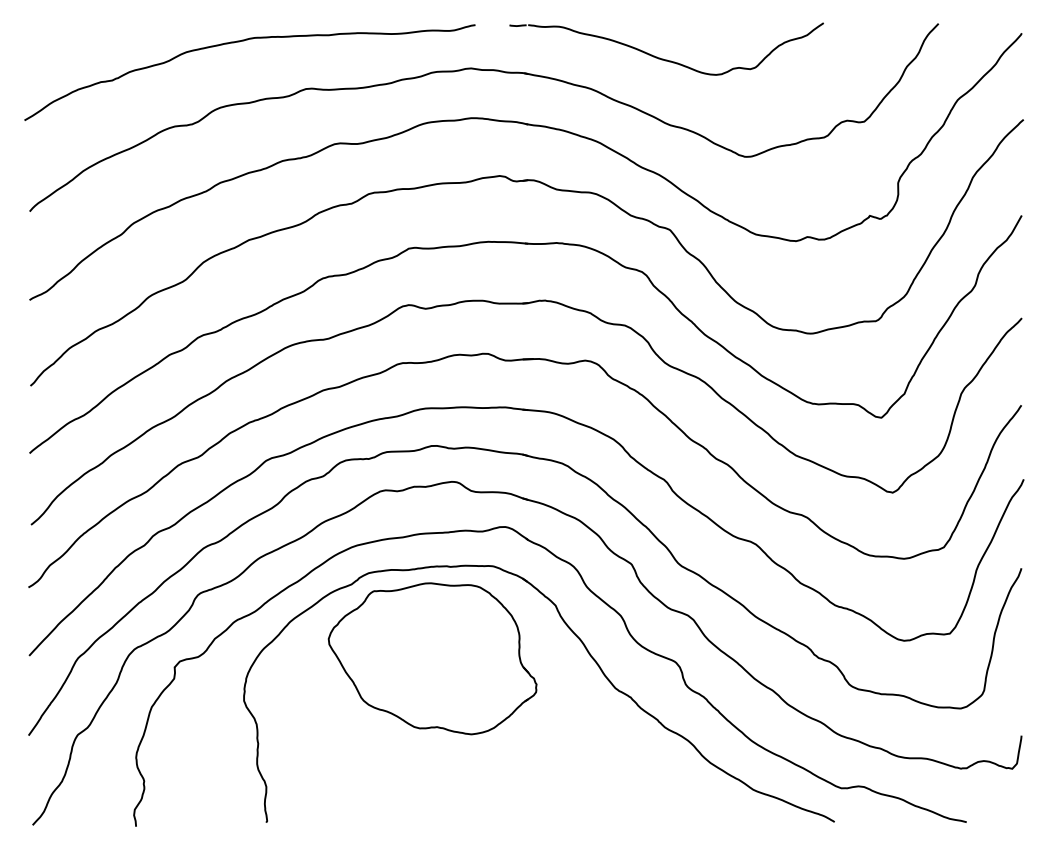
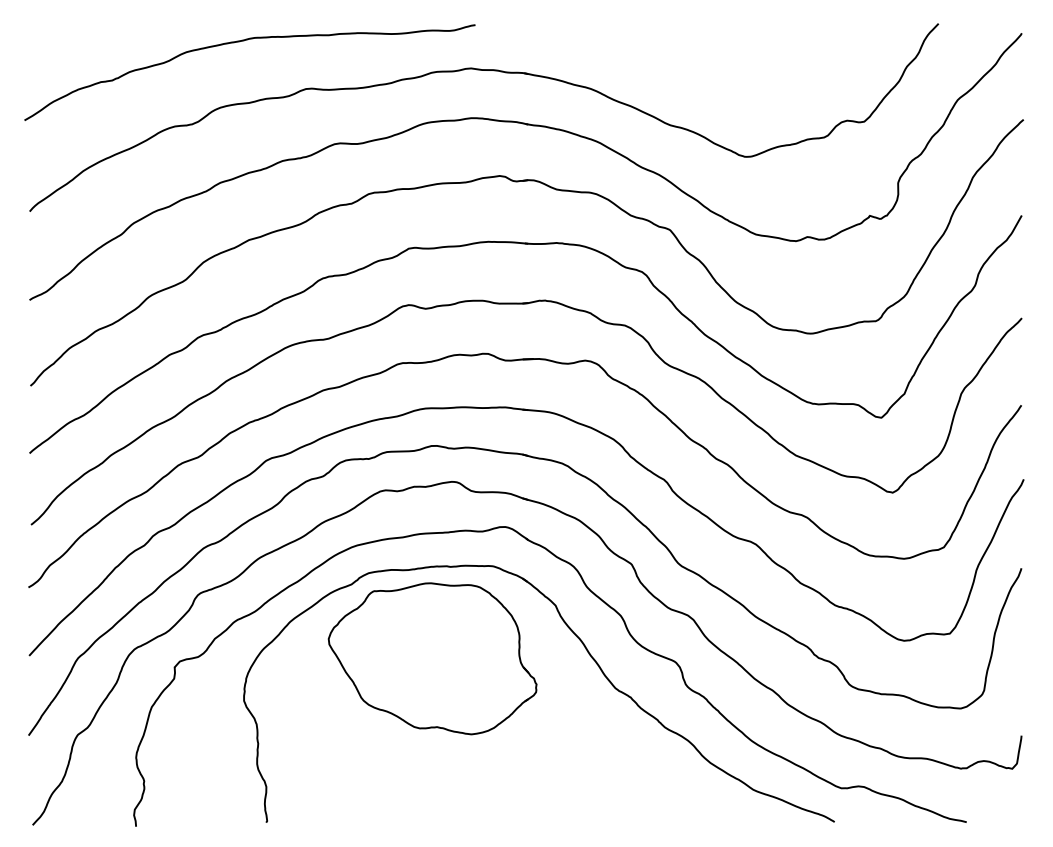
part at (663, 58): present -> none
